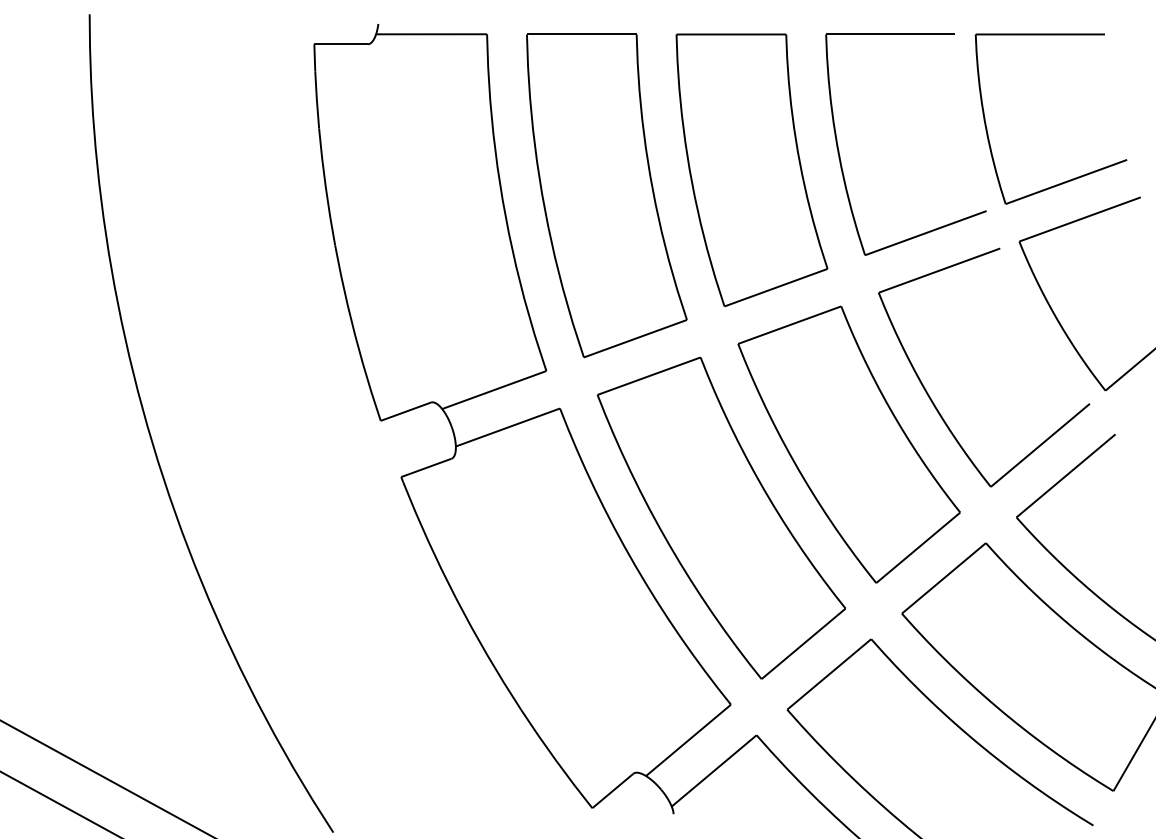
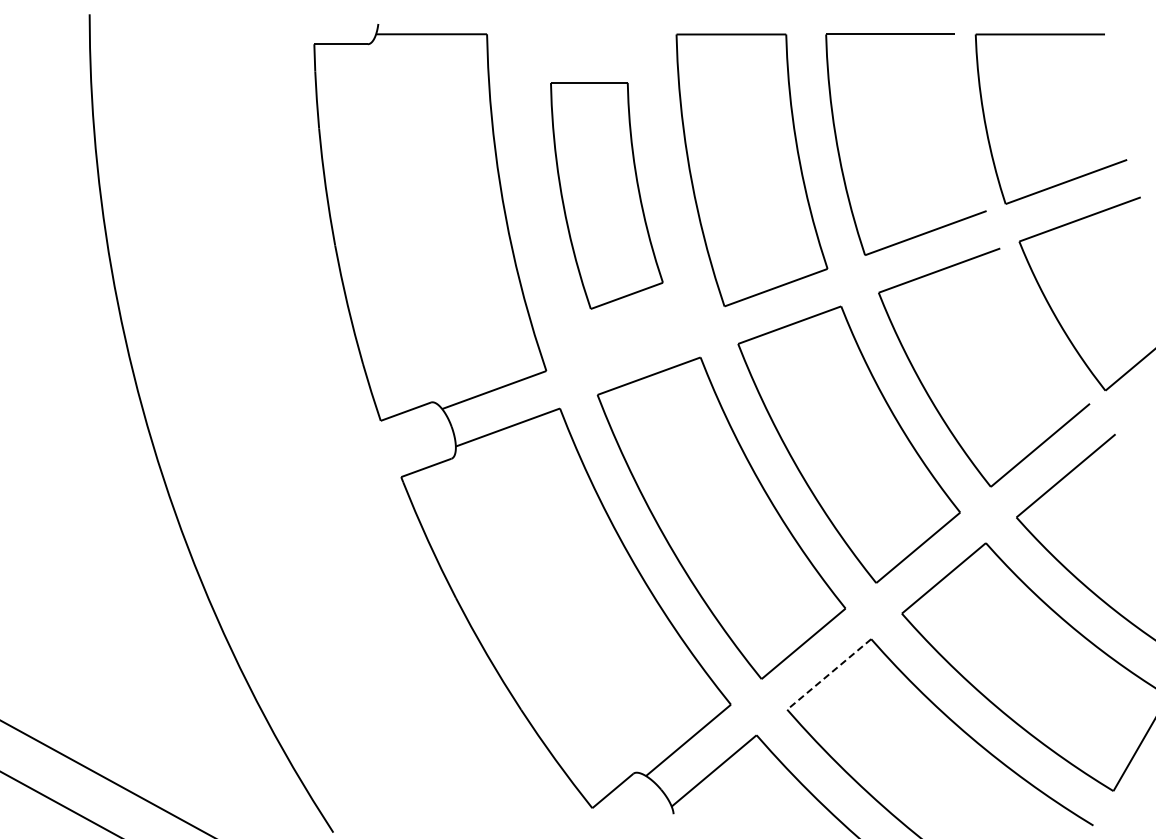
part at (606, 195) size: 162x326 px -> 114x228 px
line at (829, 674): solid -> dashed
